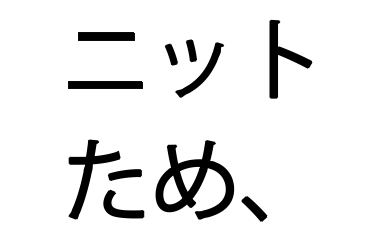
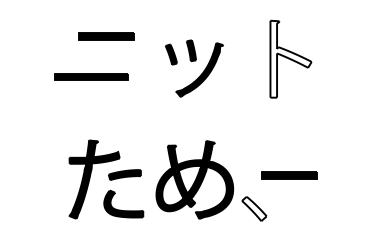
fill at (290, 58): present -> none
part at (105, 84) position: (105, 84) -> (91, 76)
part at (289, 175): none -> present
fill at (254, 208): present -> none
